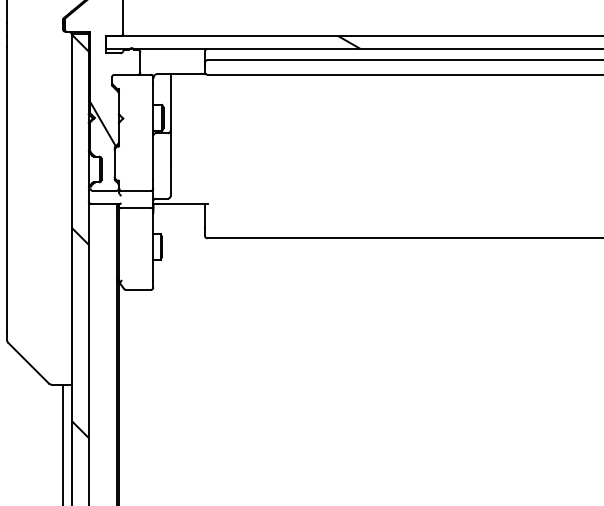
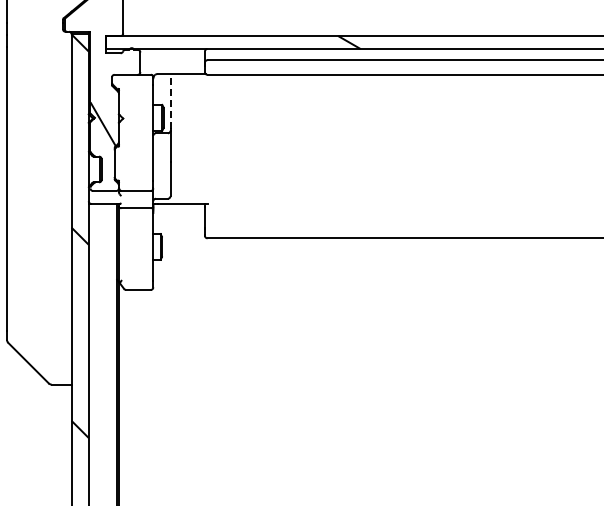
line at (170, 101): solid -> dashed
line at (62, 443): present -> none
